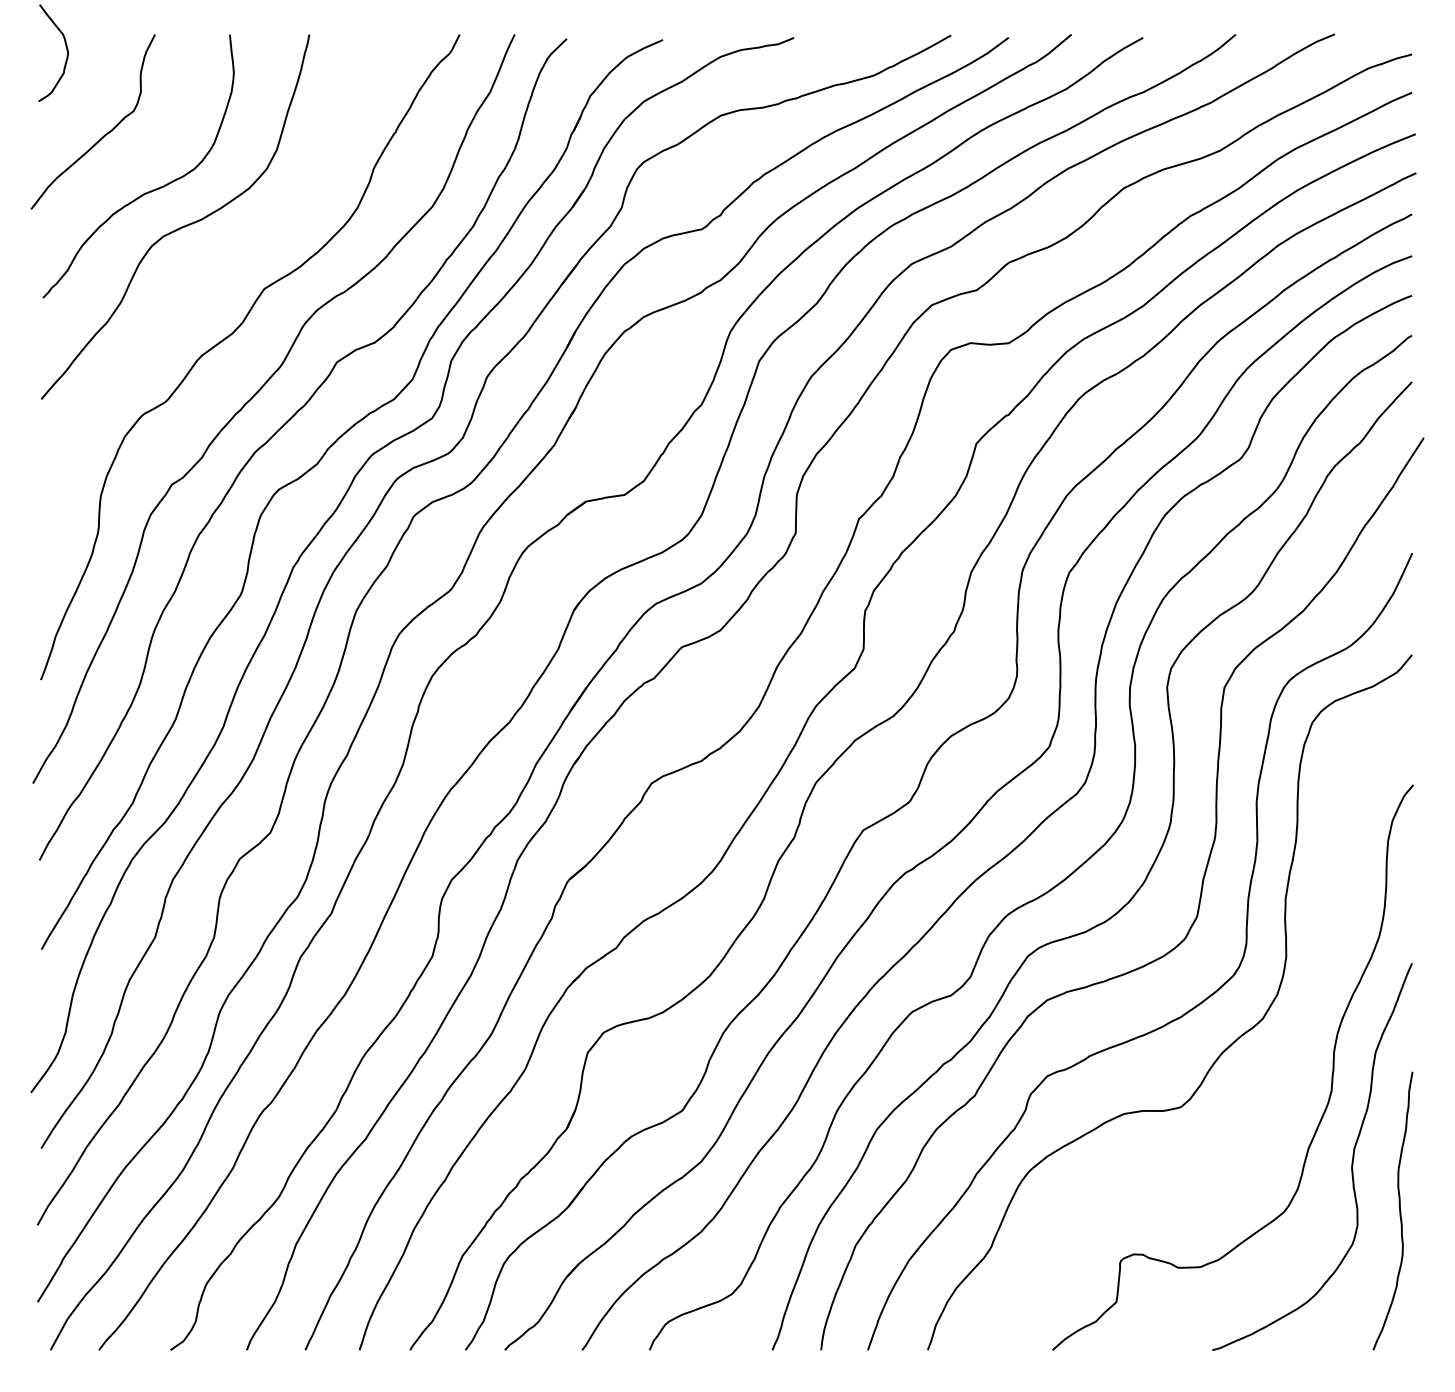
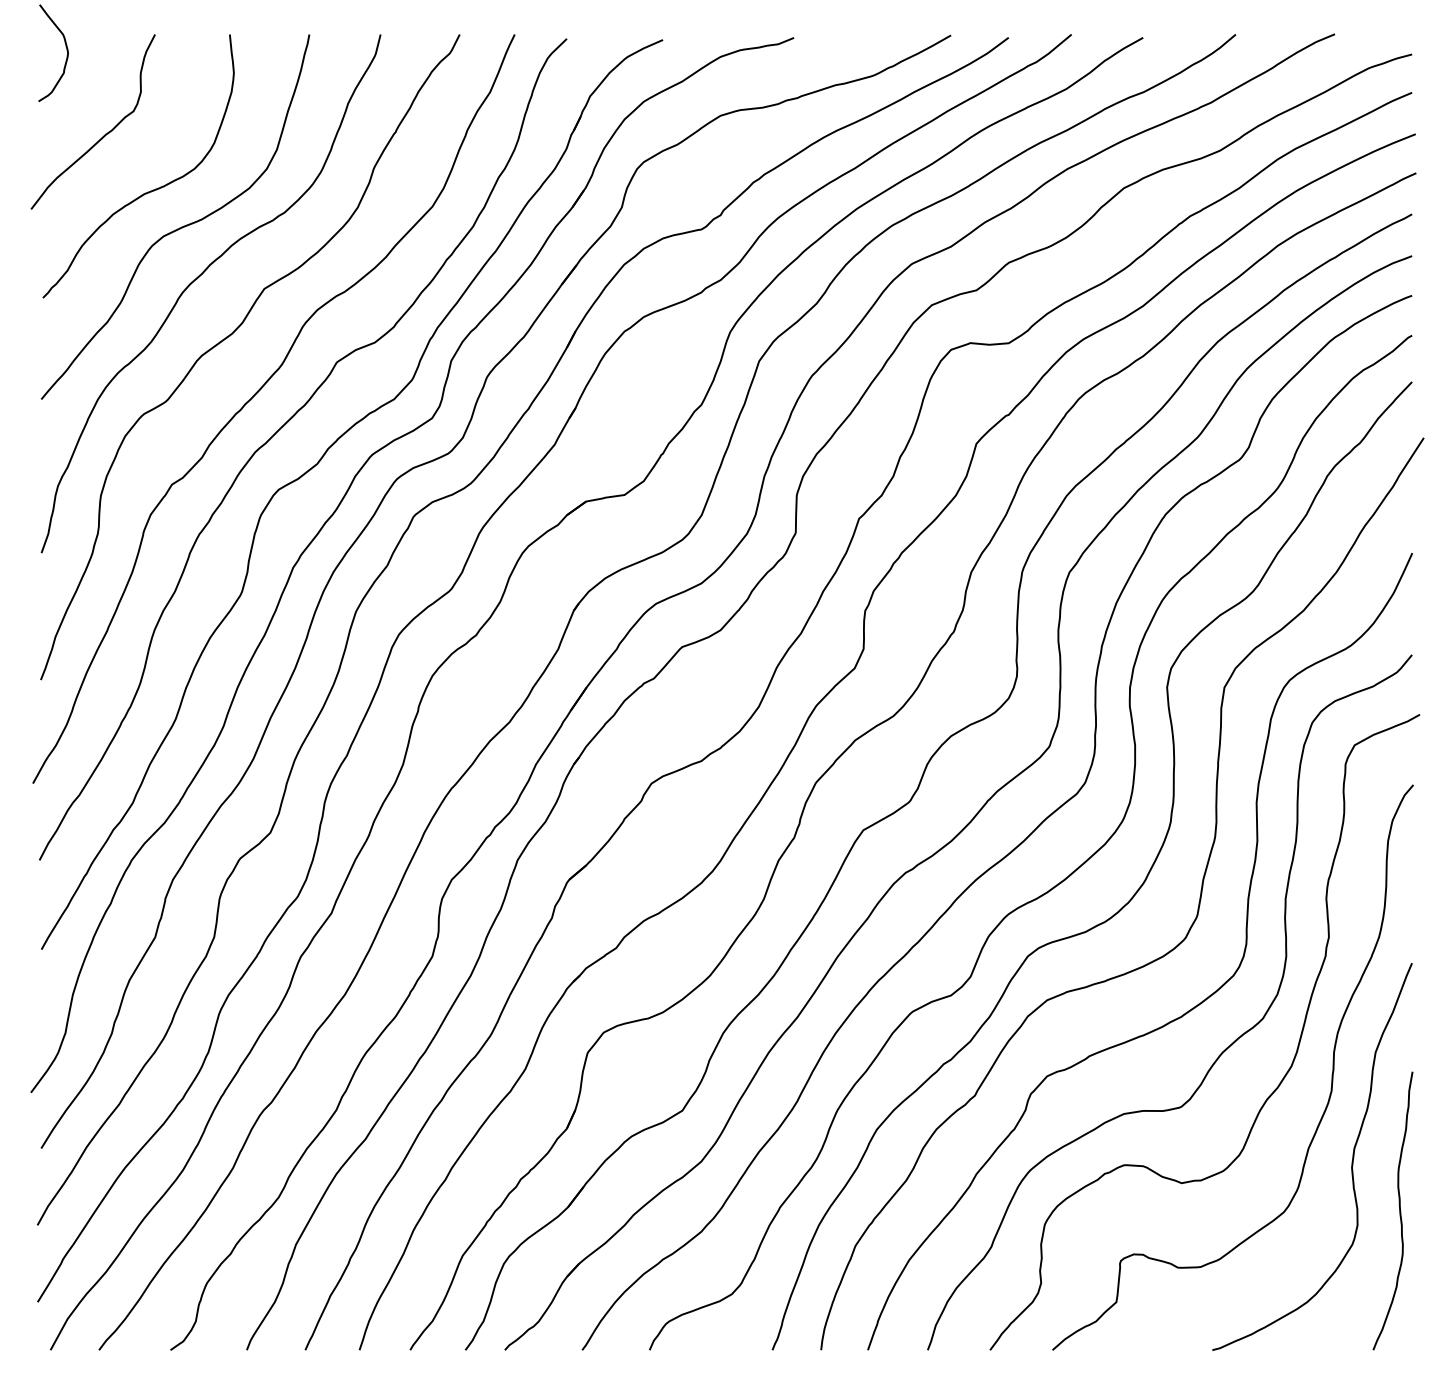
curve at (197, 279): none -> present
curve at (1279, 1082): none -> present
